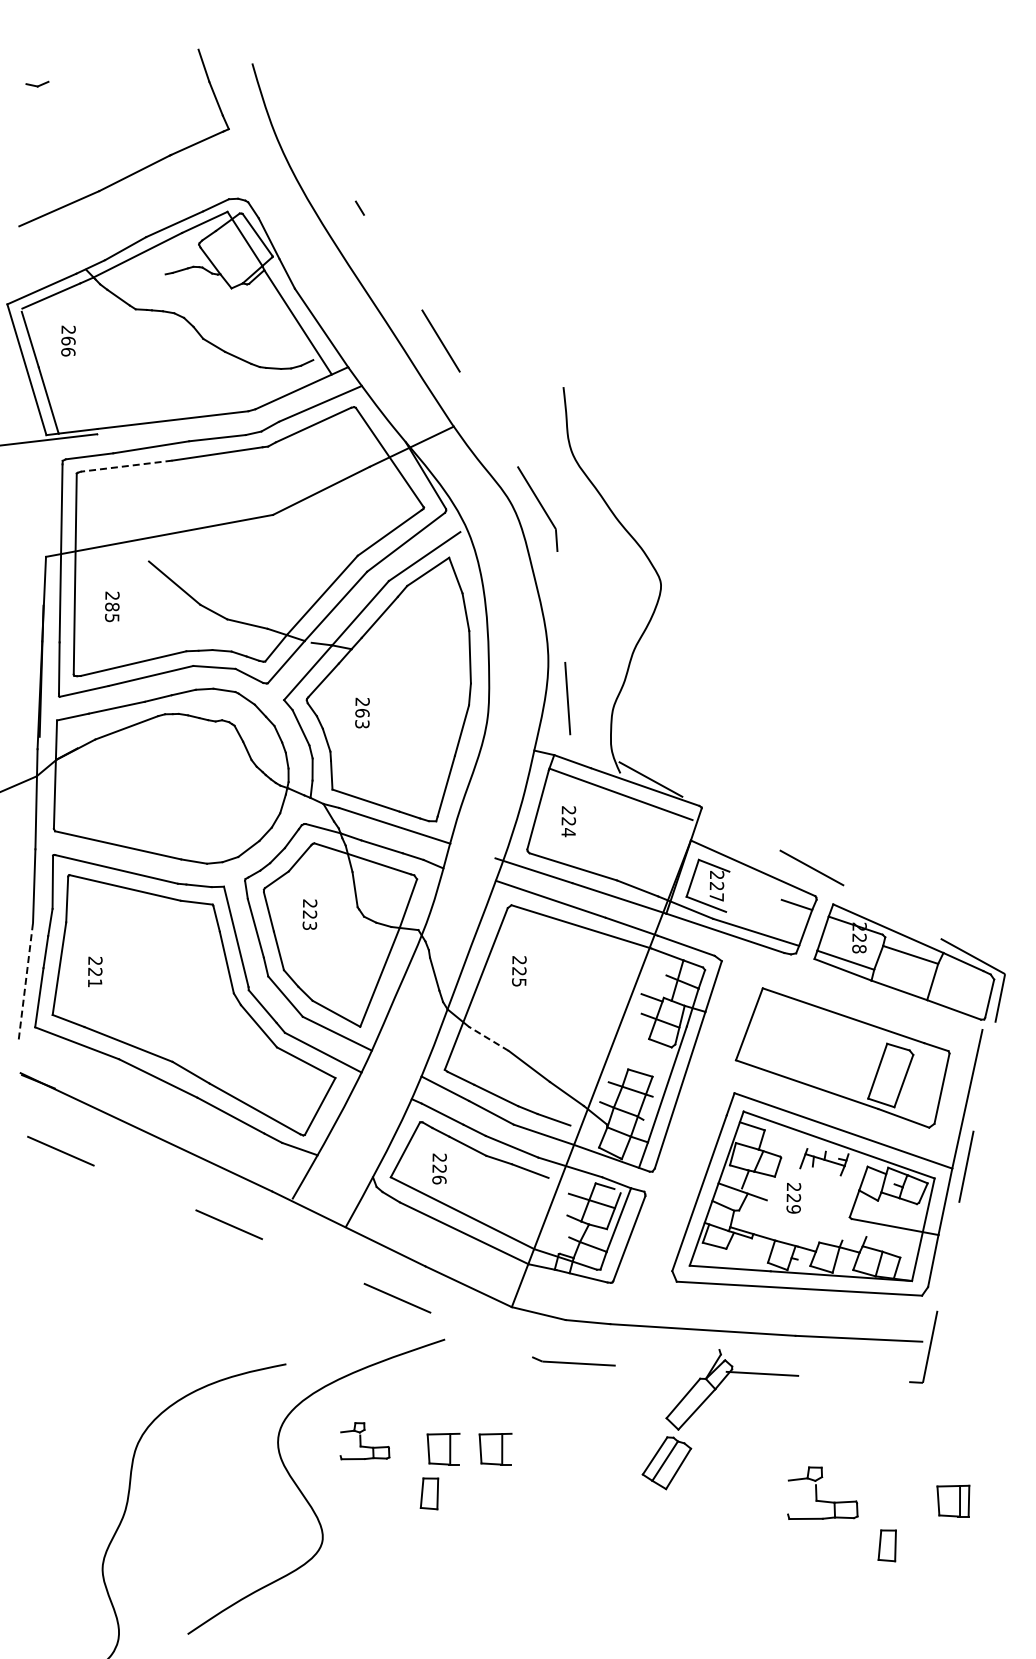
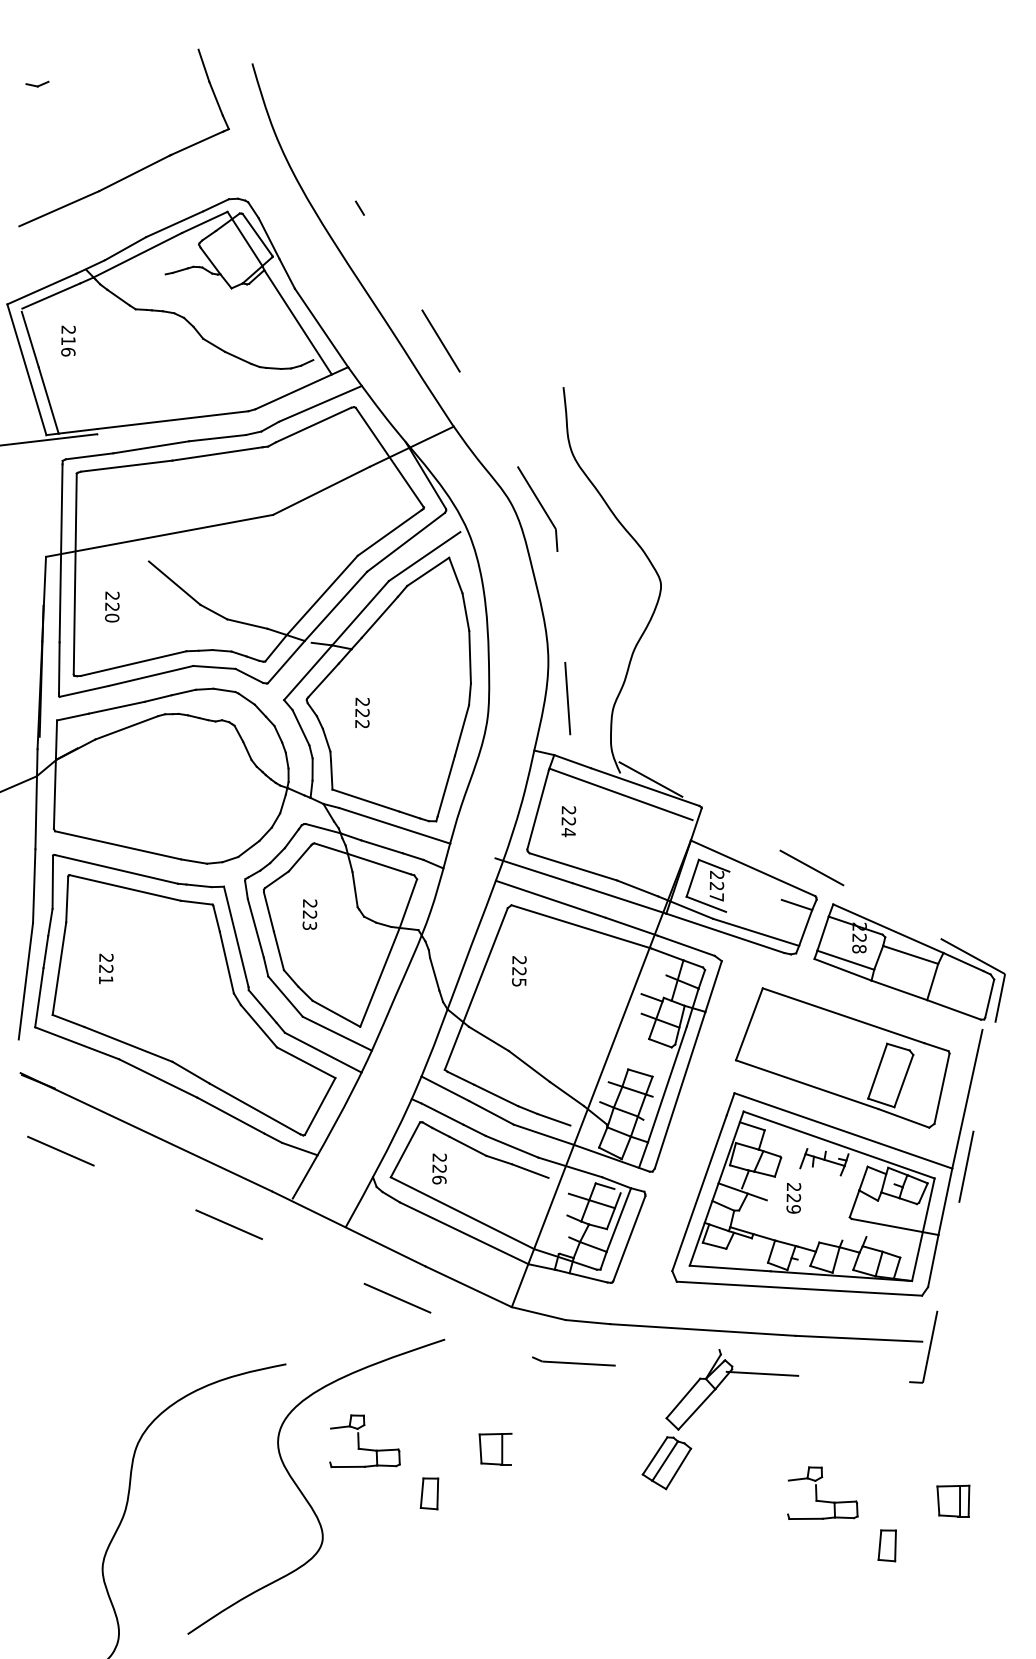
text at (68, 340): 266 -> 216
line at (126, 466): dashed -> solid
text at (112, 612): 285 -> 220
text at (362, 718): 263 -> 222
text at (95, 971) position: (95, 971) -> (106, 968)
line at (25, 981): dashed -> solid
line at (488, 1038): dashed -> solid
part at (364, 1441) size: 52x39 px -> 72x54 px
part at (443, 1448): present -> none
